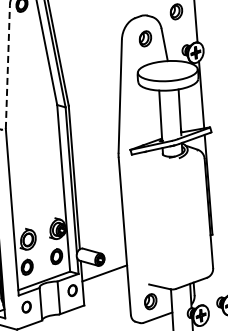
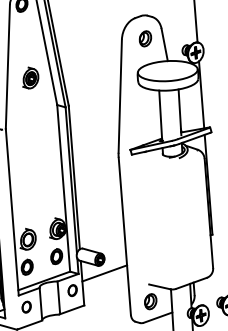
part at (176, 11): present -> none
line at (7, 67): dashed -> solid
part at (30, 77): none -> present
